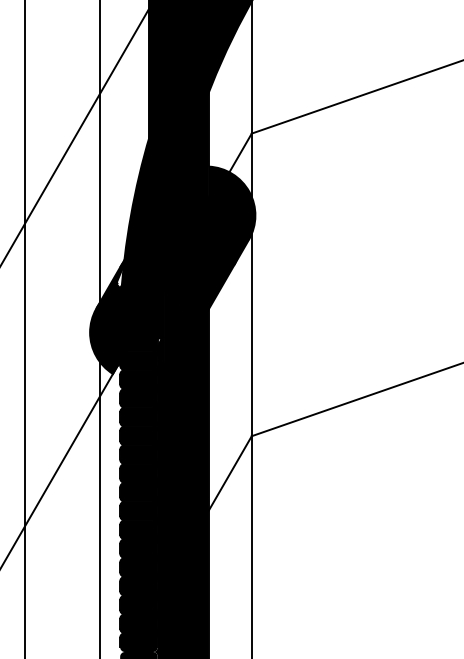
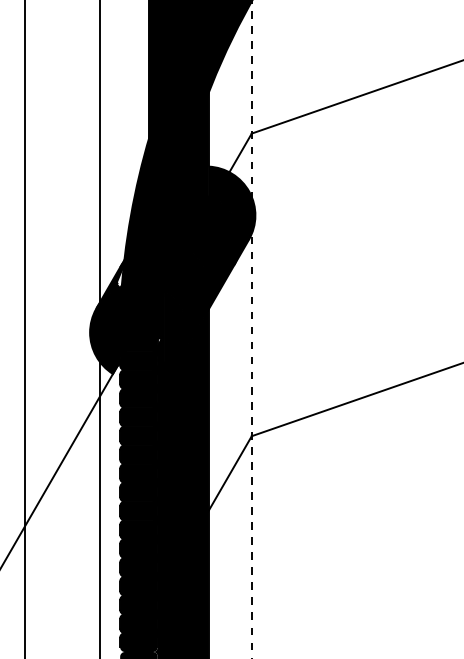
line at (77, 132): present -> none
line at (251, 329): solid -> dashed
